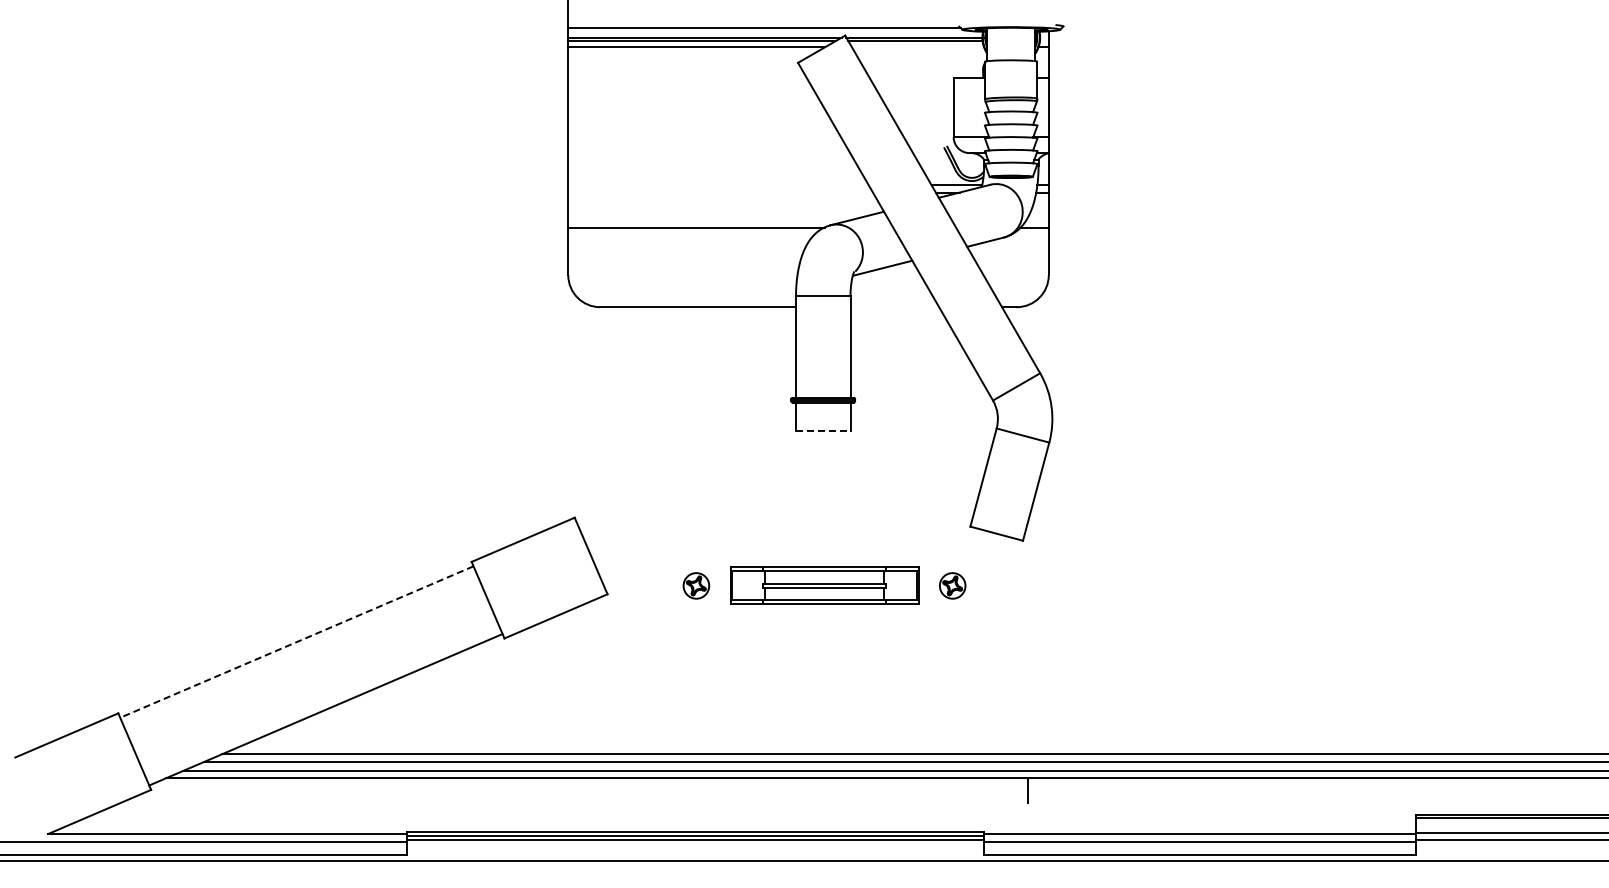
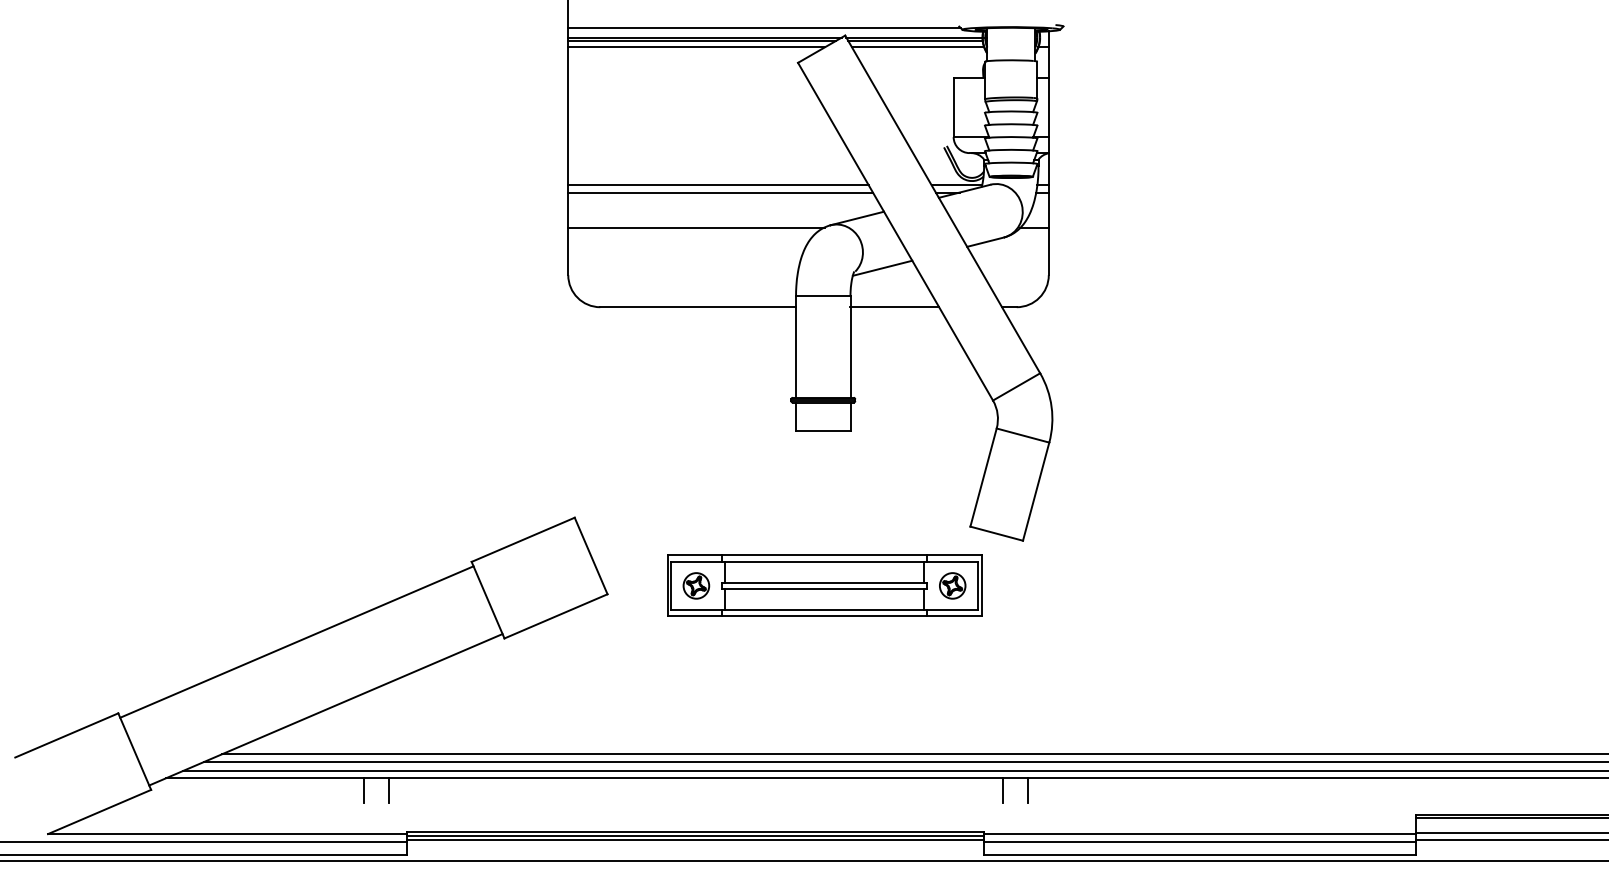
line at (918, 47): none -> present
line at (718, 185): none -> present
line at (720, 192): none -> present
line at (894, 307): none -> present
line at (823, 431): dashed -> solid
part at (824, 585) size: 190x39 px -> 316x63 px
line at (296, 642): dashed -> solid
line at (363, 790): none -> present
line at (388, 790): none -> present
line at (1002, 790): none -> present
